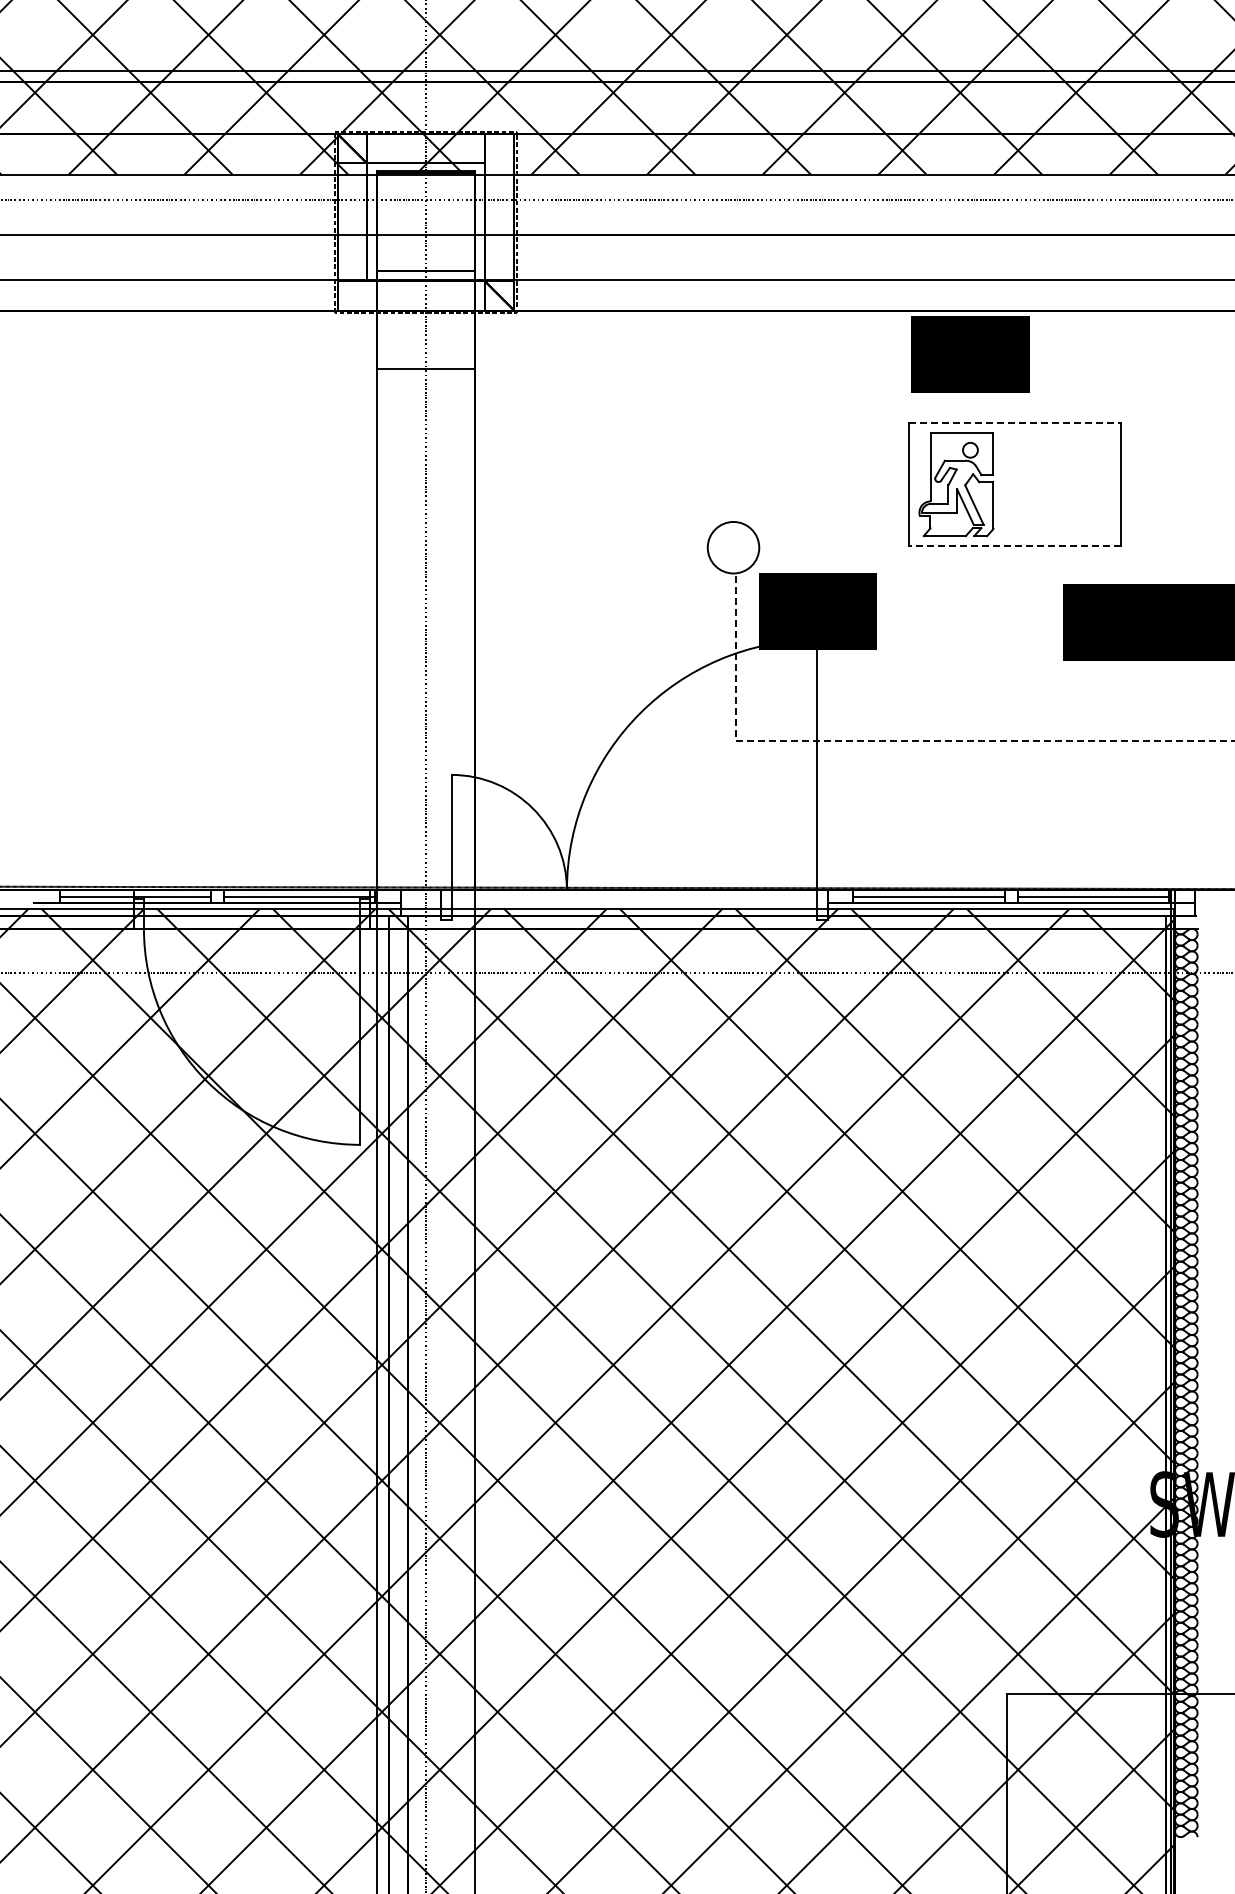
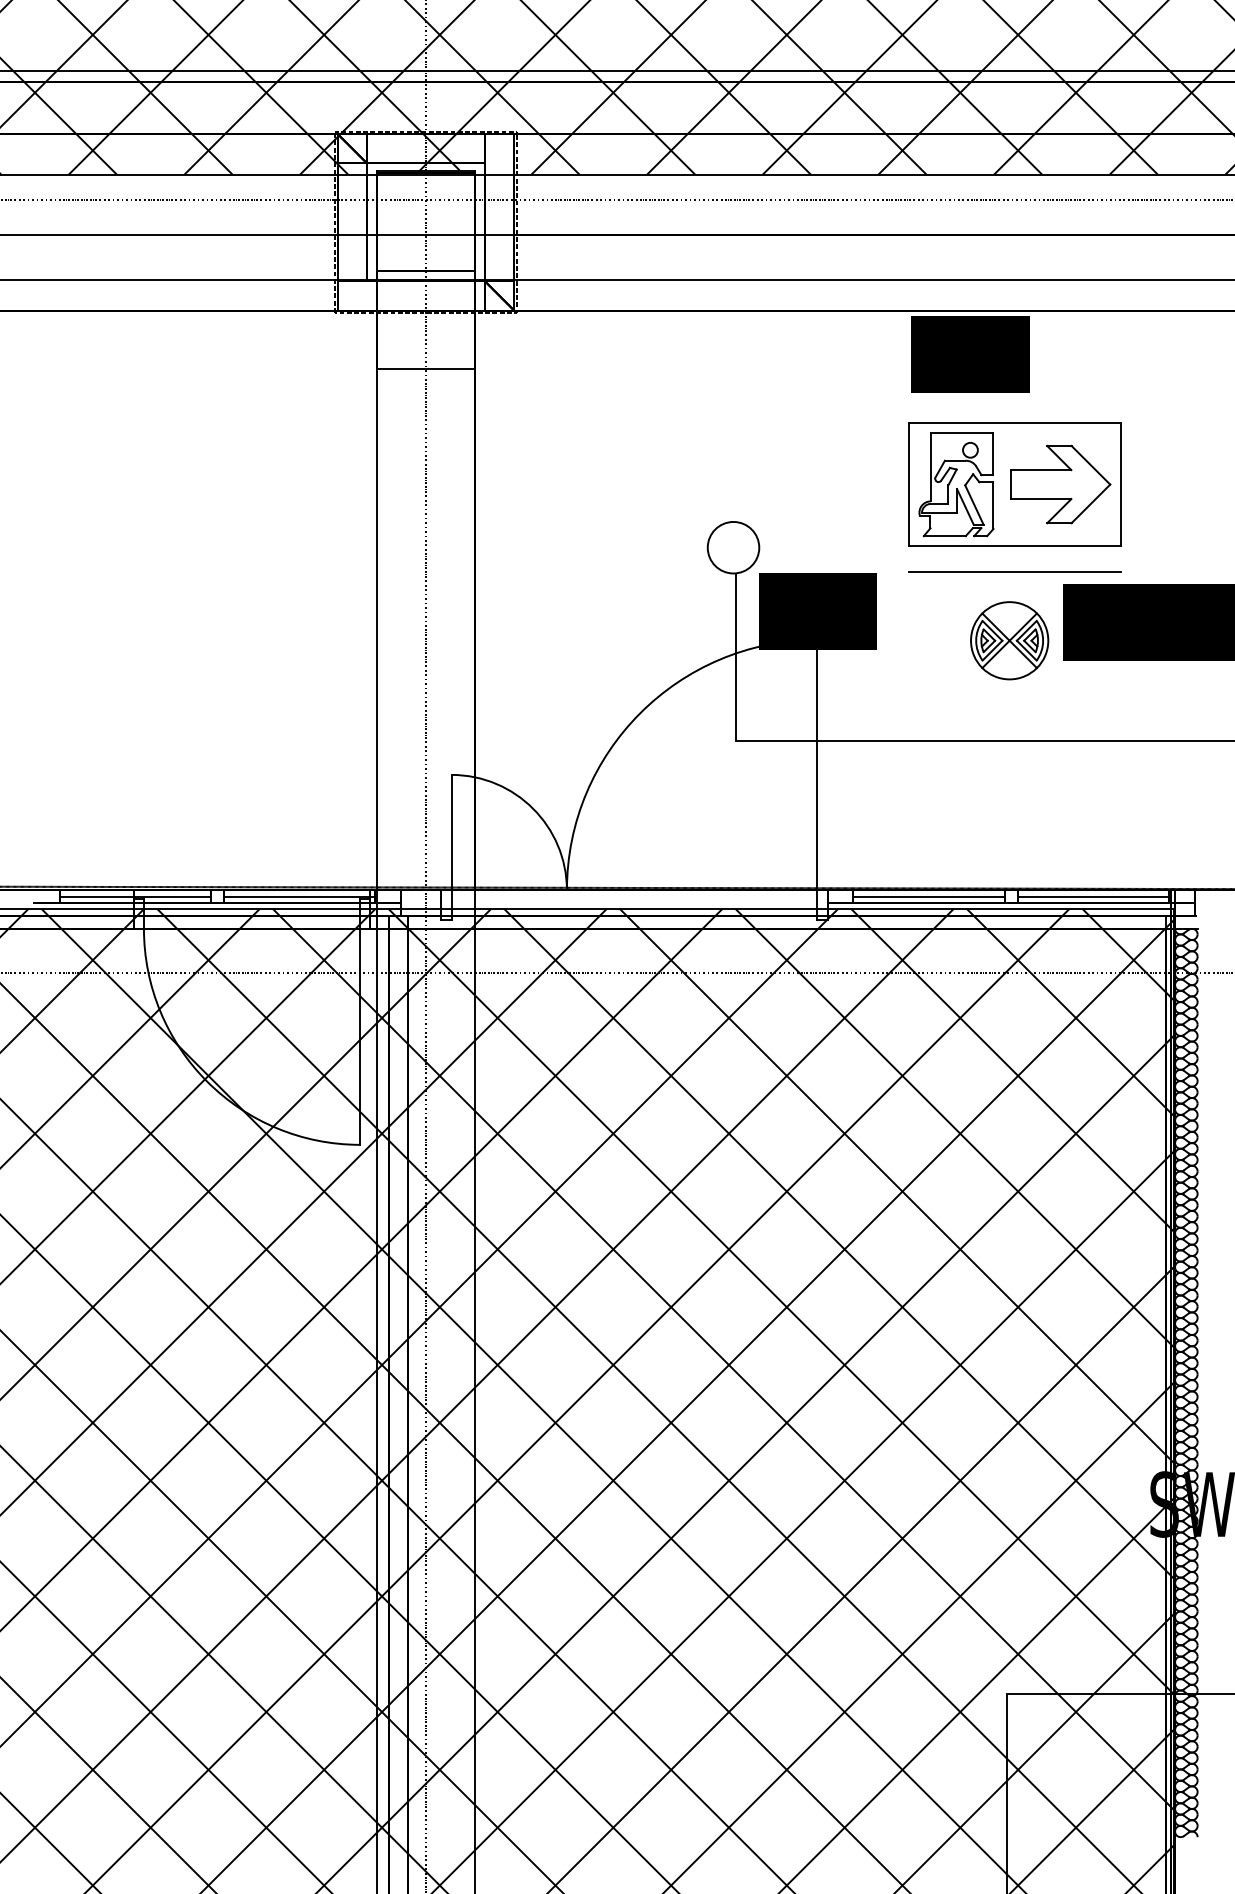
line at (1015, 422): dashed -> solid
part at (1060, 484): none -> present
line at (1015, 546): dashed -> solid
line at (1014, 572): none -> present
part at (1009, 640): none -> present
line at (900, 741): dashed -> solid
